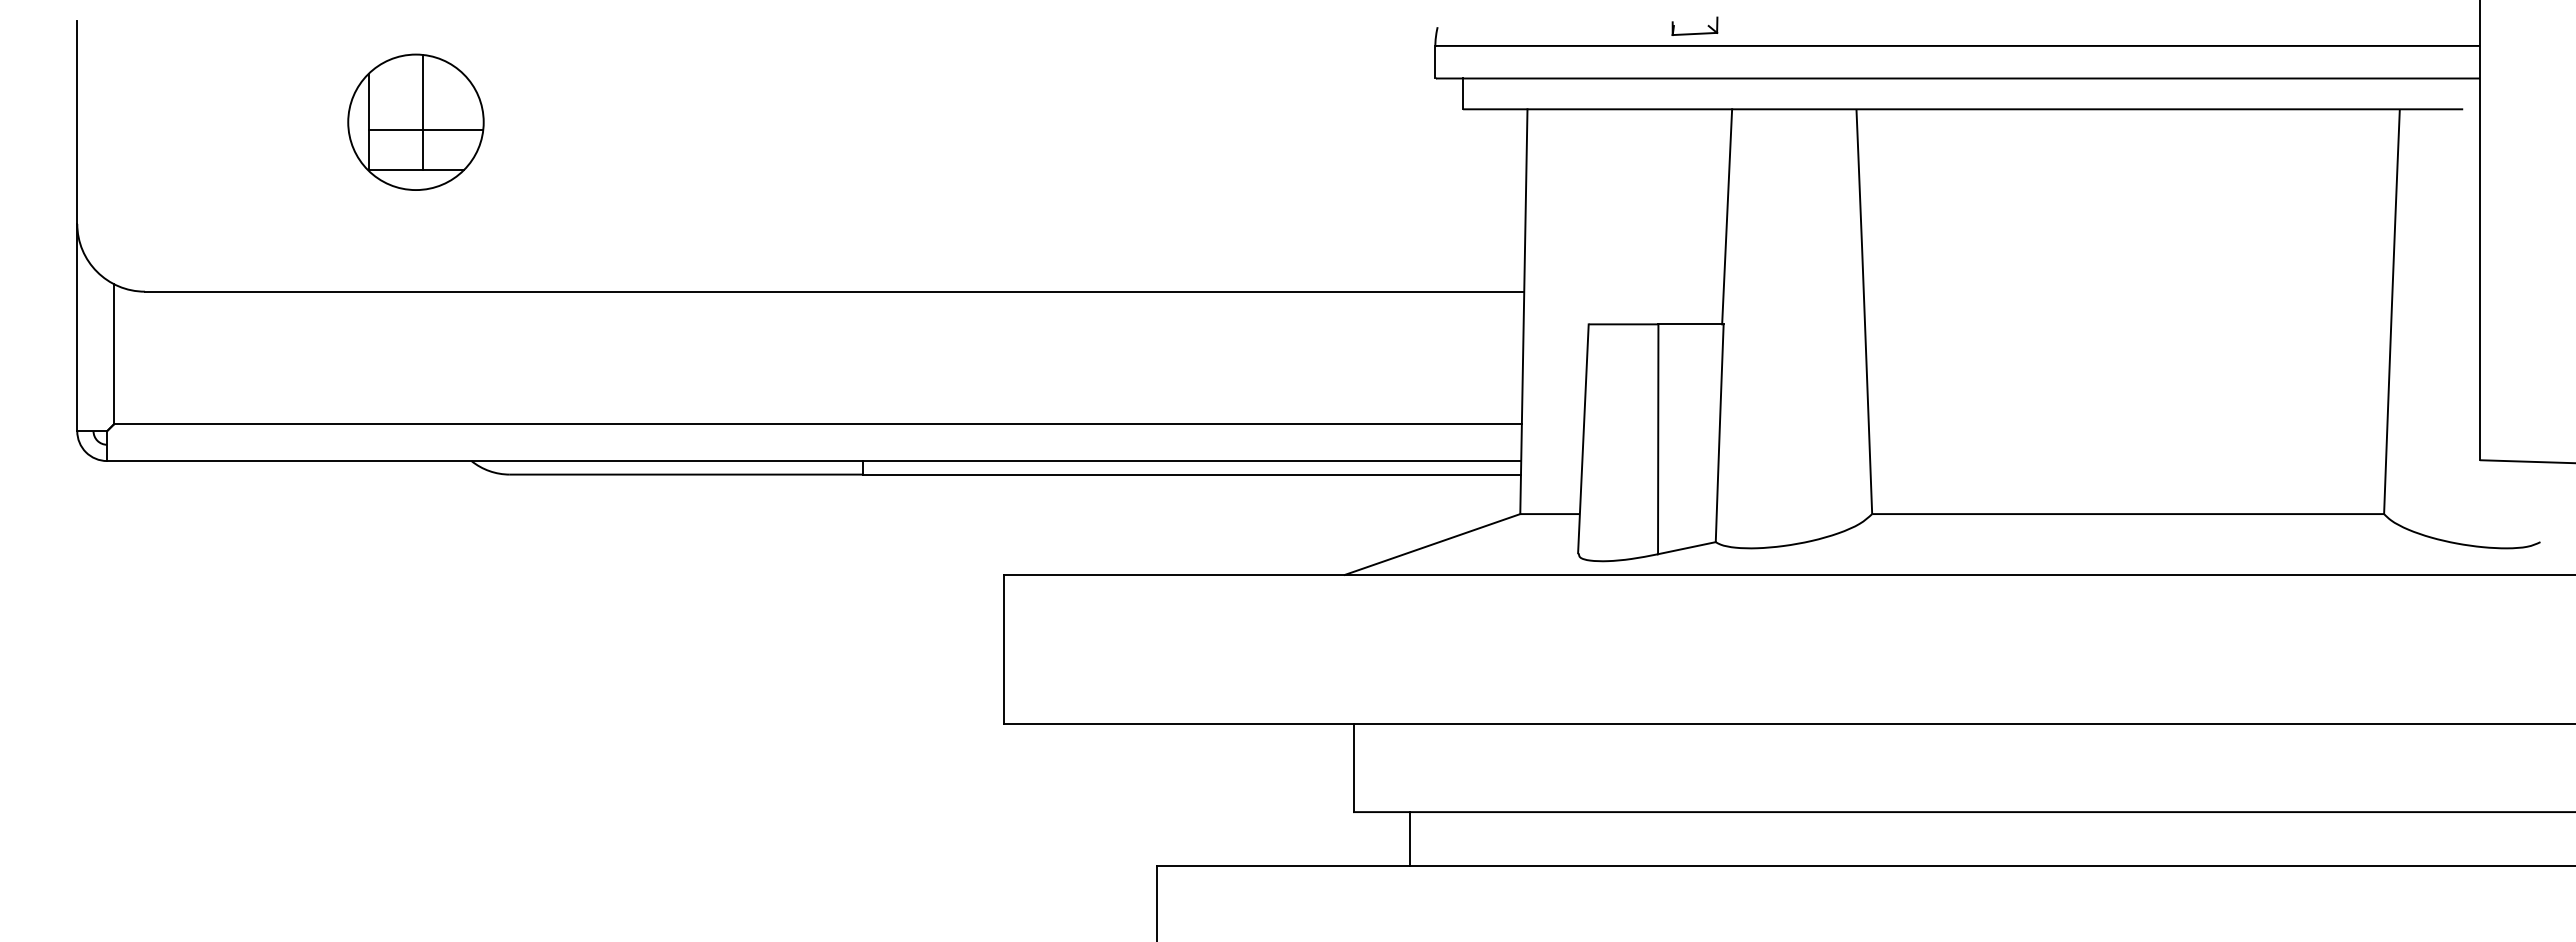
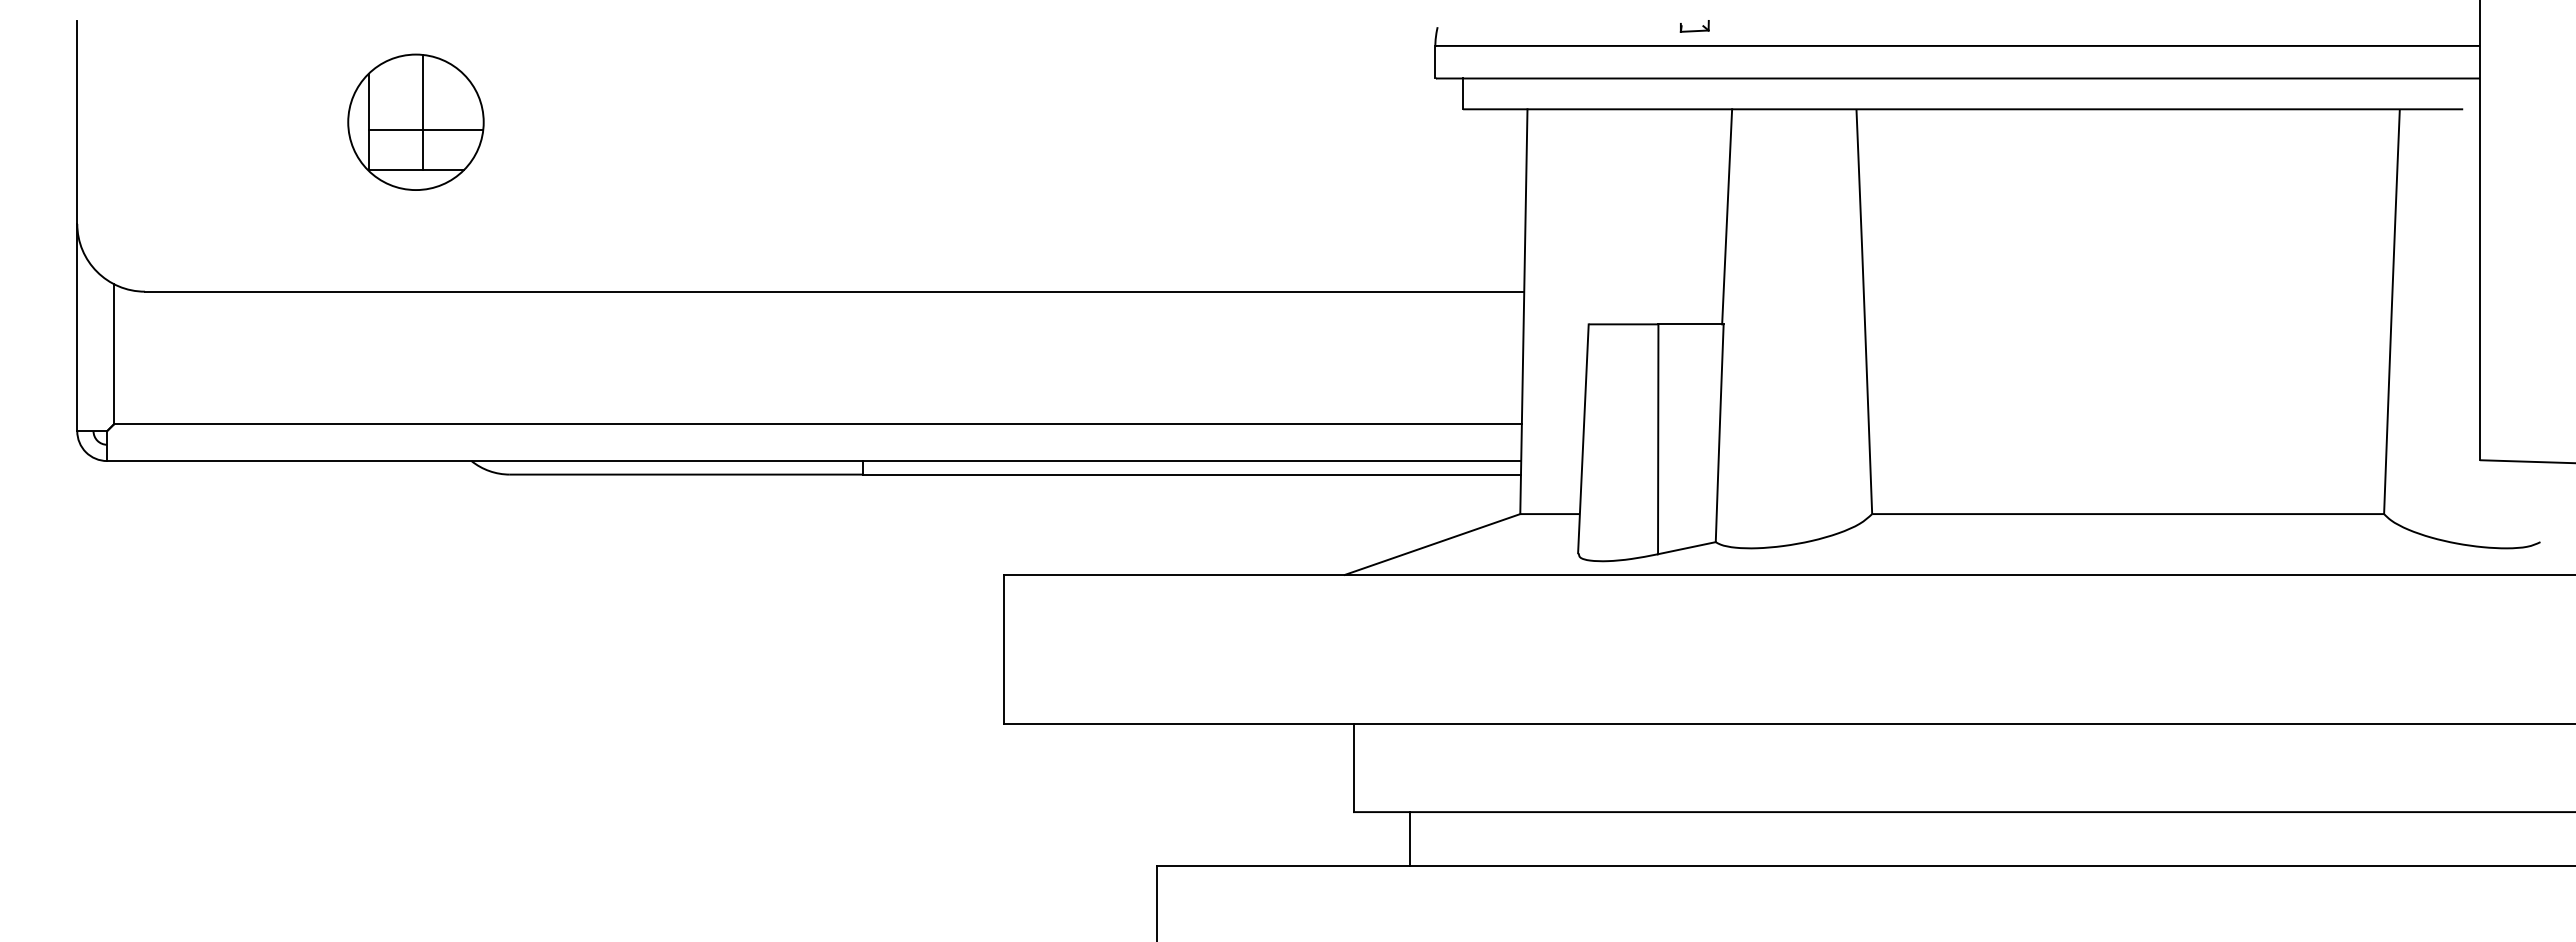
part at (1694, 25) size: 48x20 px -> 31x13 px
